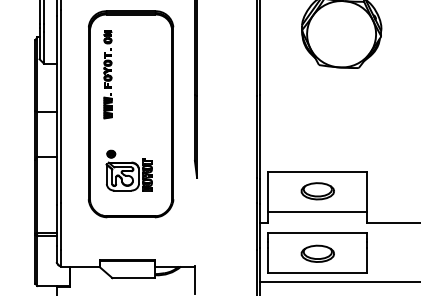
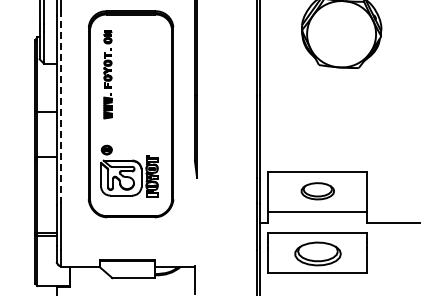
line at (61, 106): solid -> dashed
part at (128, 170) size: 48x43 px -> 59x54 px
part at (317, 253) size: 35x19 px -> 48x26 px
line at (338, 282): present -> none
